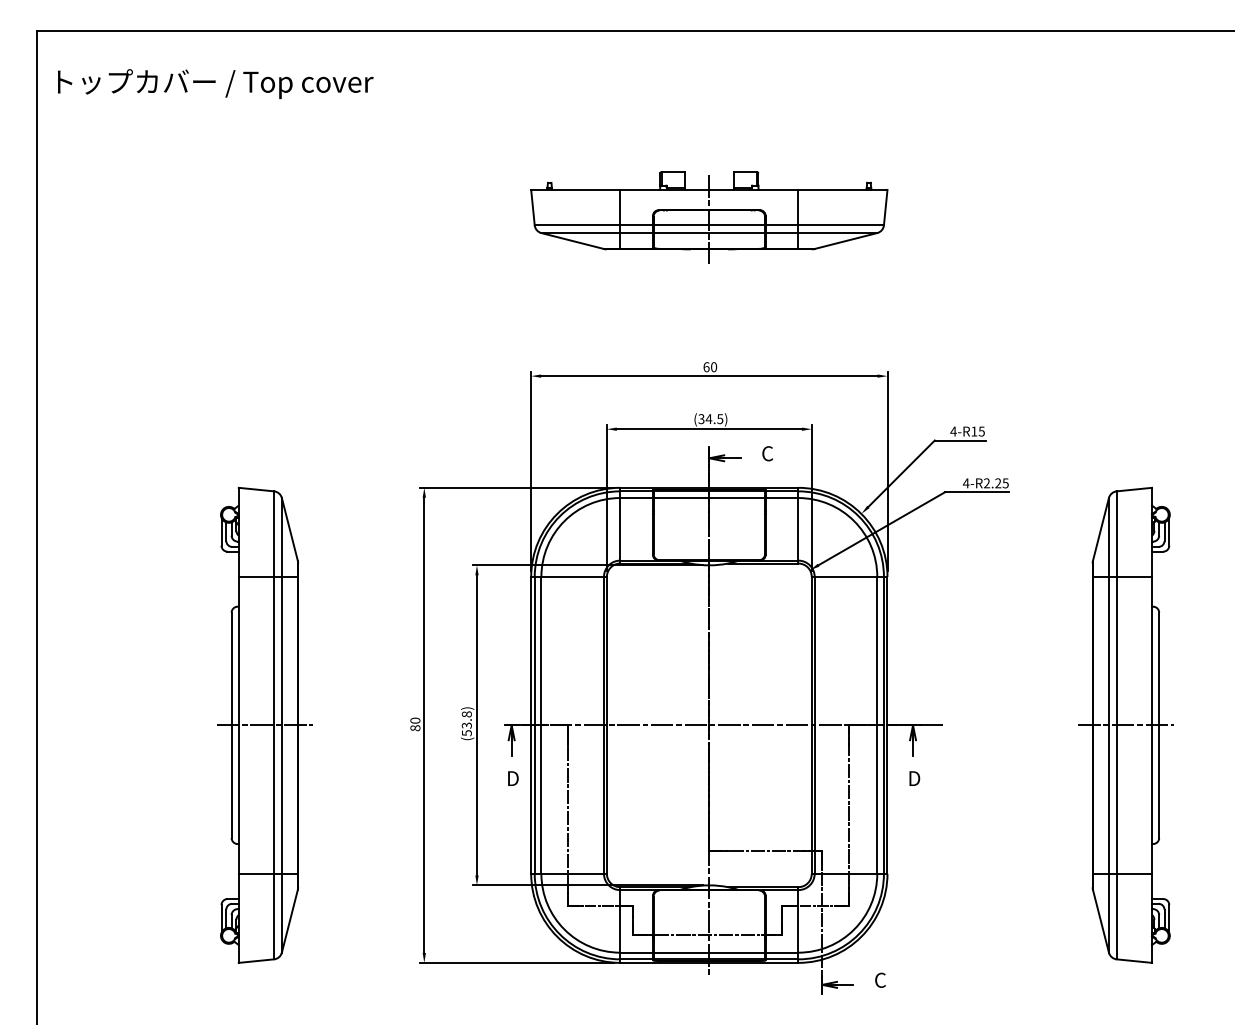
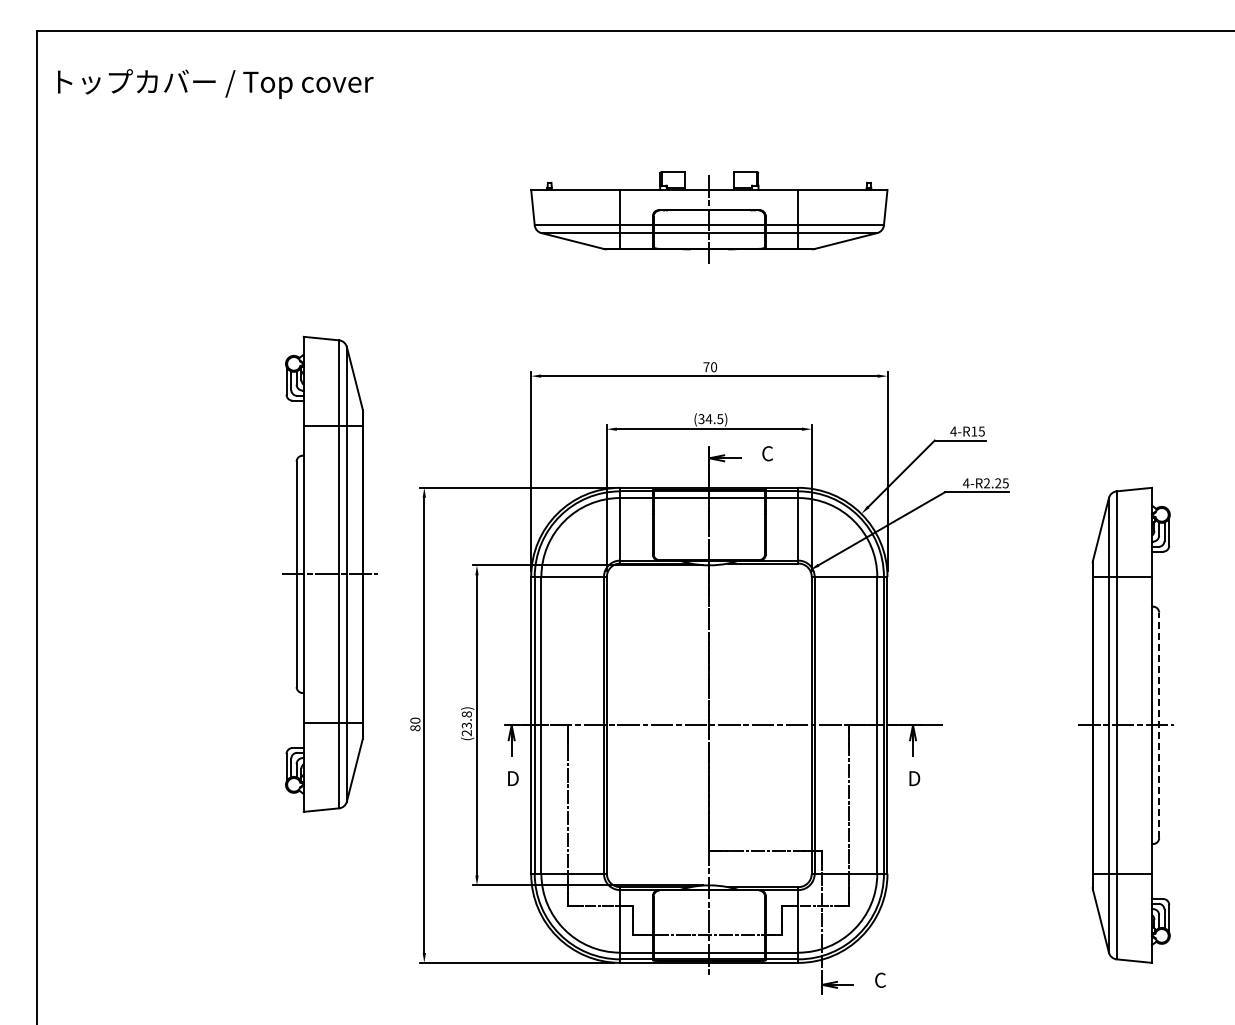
text at (706, 367): 60 -> 70
part at (264, 724) position: (264, 724) -> (329, 573)
line at (1159, 725): solid -> dashed
text at (466, 733): (53.8) -> (23.8)
